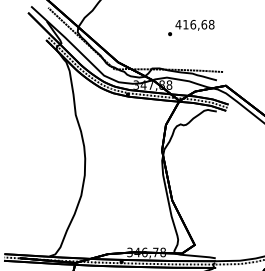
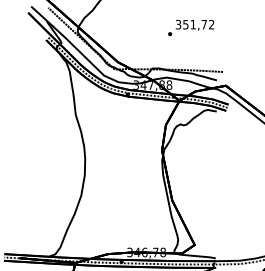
text at (194, 24): 416,68 -> 351,72
